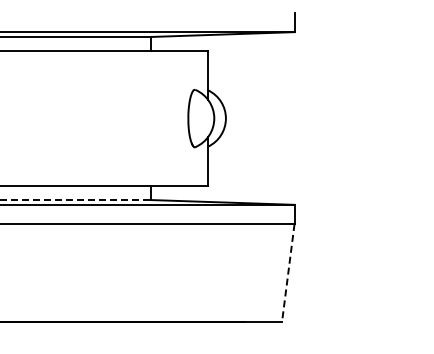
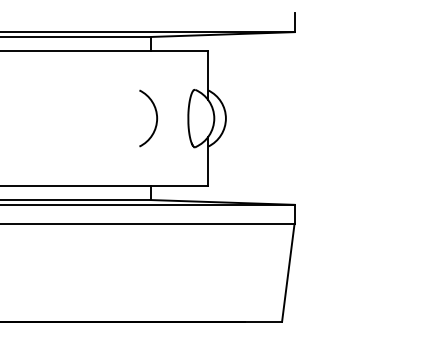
arc at (156, 118): none -> present
line at (75, 200): dashed -> solid
line at (288, 273): dashed -> solid
